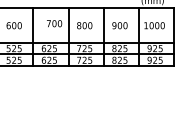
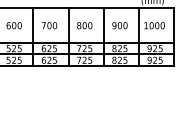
text at (54, 23) position: (54, 23) -> (49, 25)
